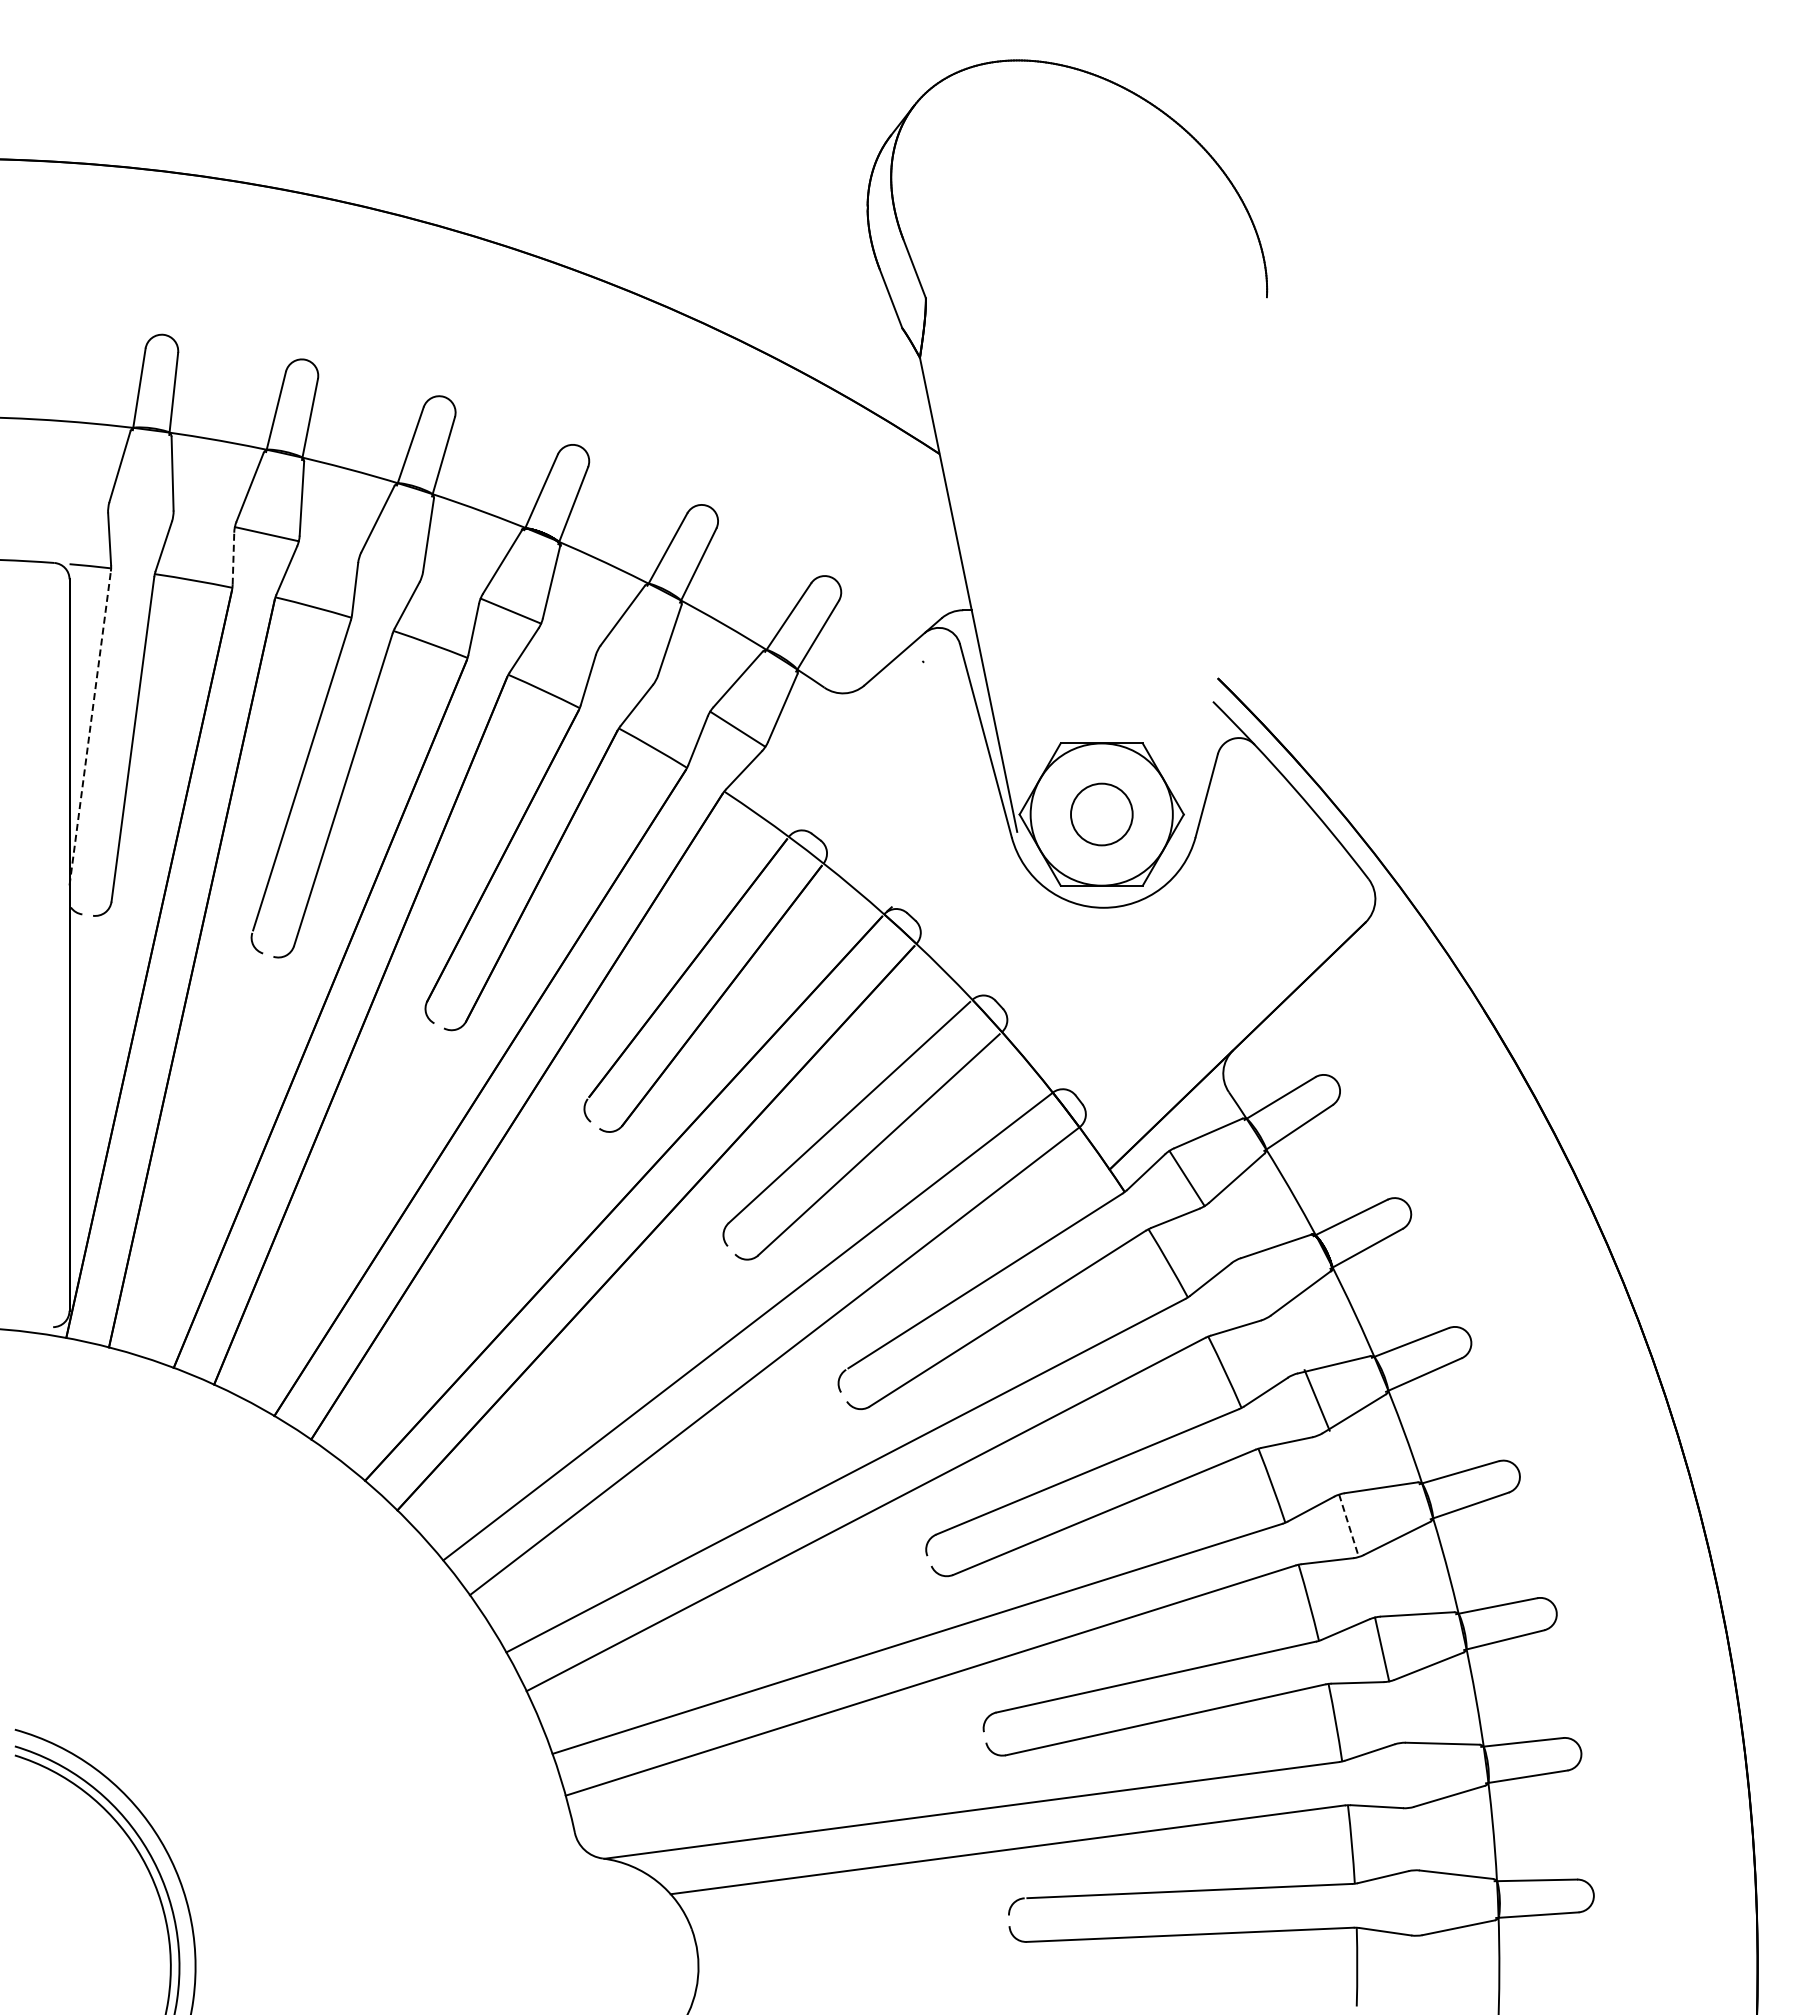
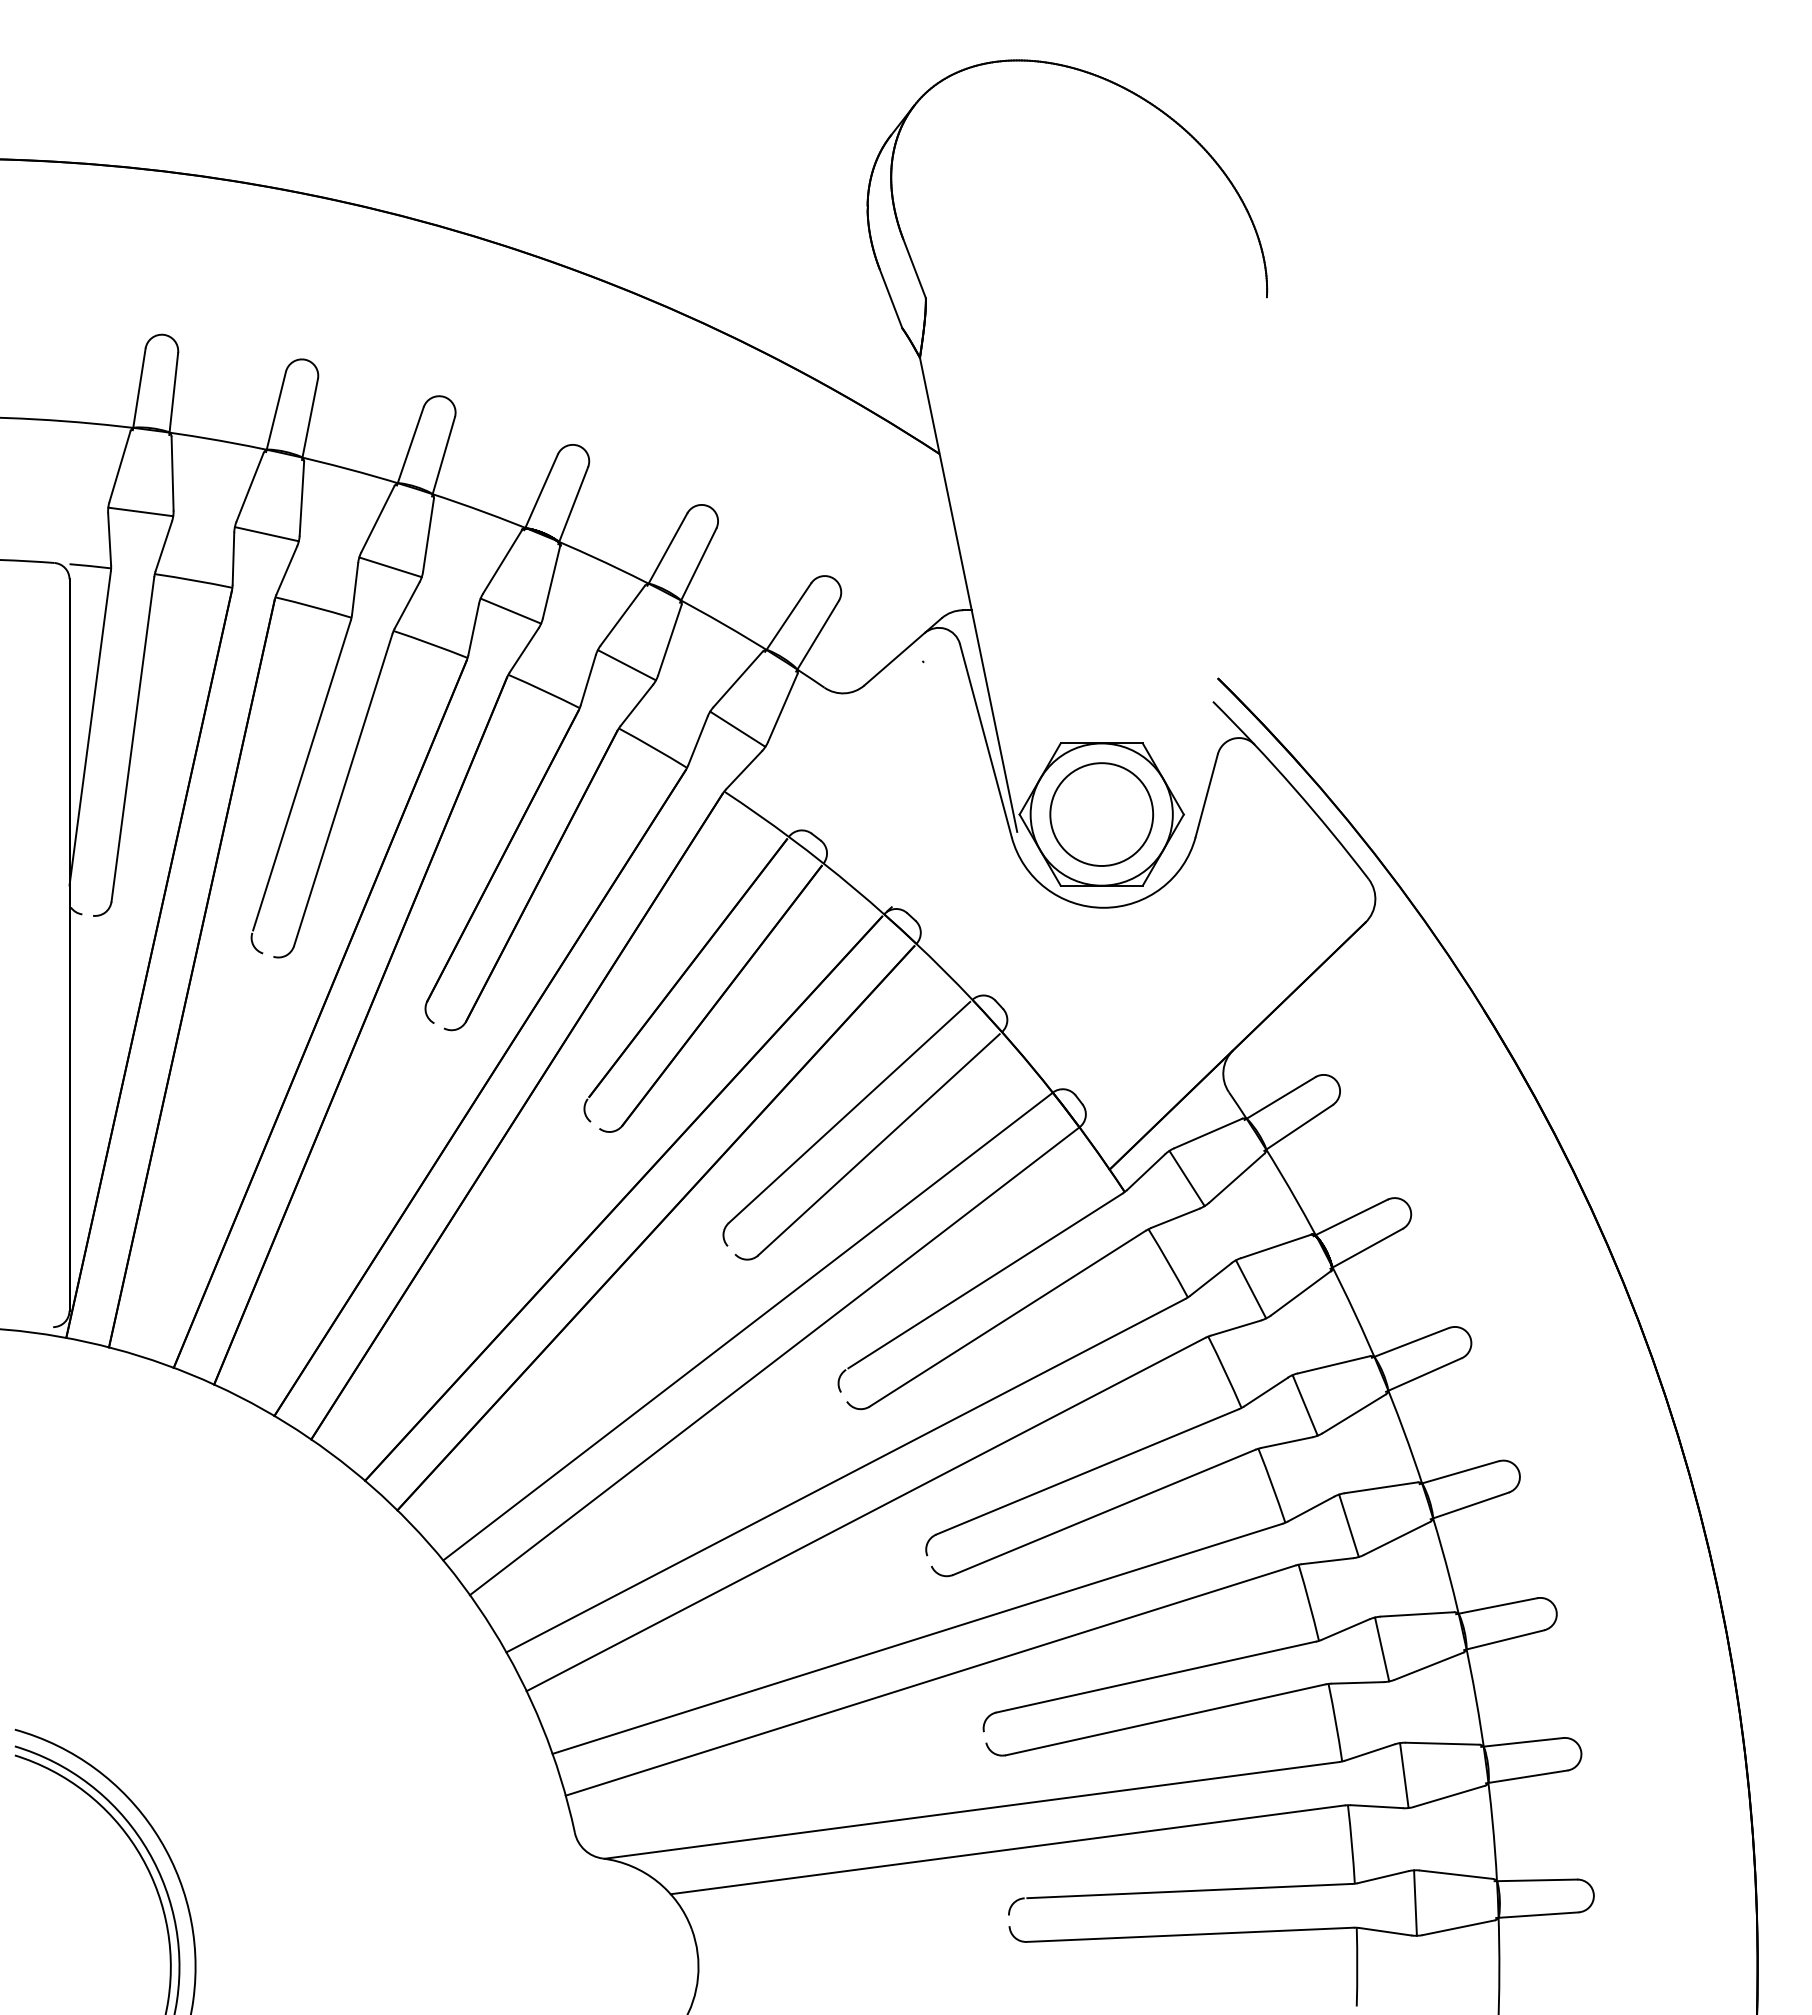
line at (140, 511): none -> present
line at (233, 558): dashed -> solid
line at (390, 567): none -> present
line at (626, 665): none -> present
line at (90, 727): dashed -> solid
circle at (1101, 814) size: 64x65 px -> 106x105 px
line at (1250, 1289): none -> present
line at (1316, 1400) position: (1316, 1400) -> (1304, 1405)
line at (1348, 1525): dashed -> solid
line at (1404, 1775): none -> present
line at (1415, 1902): none -> present
